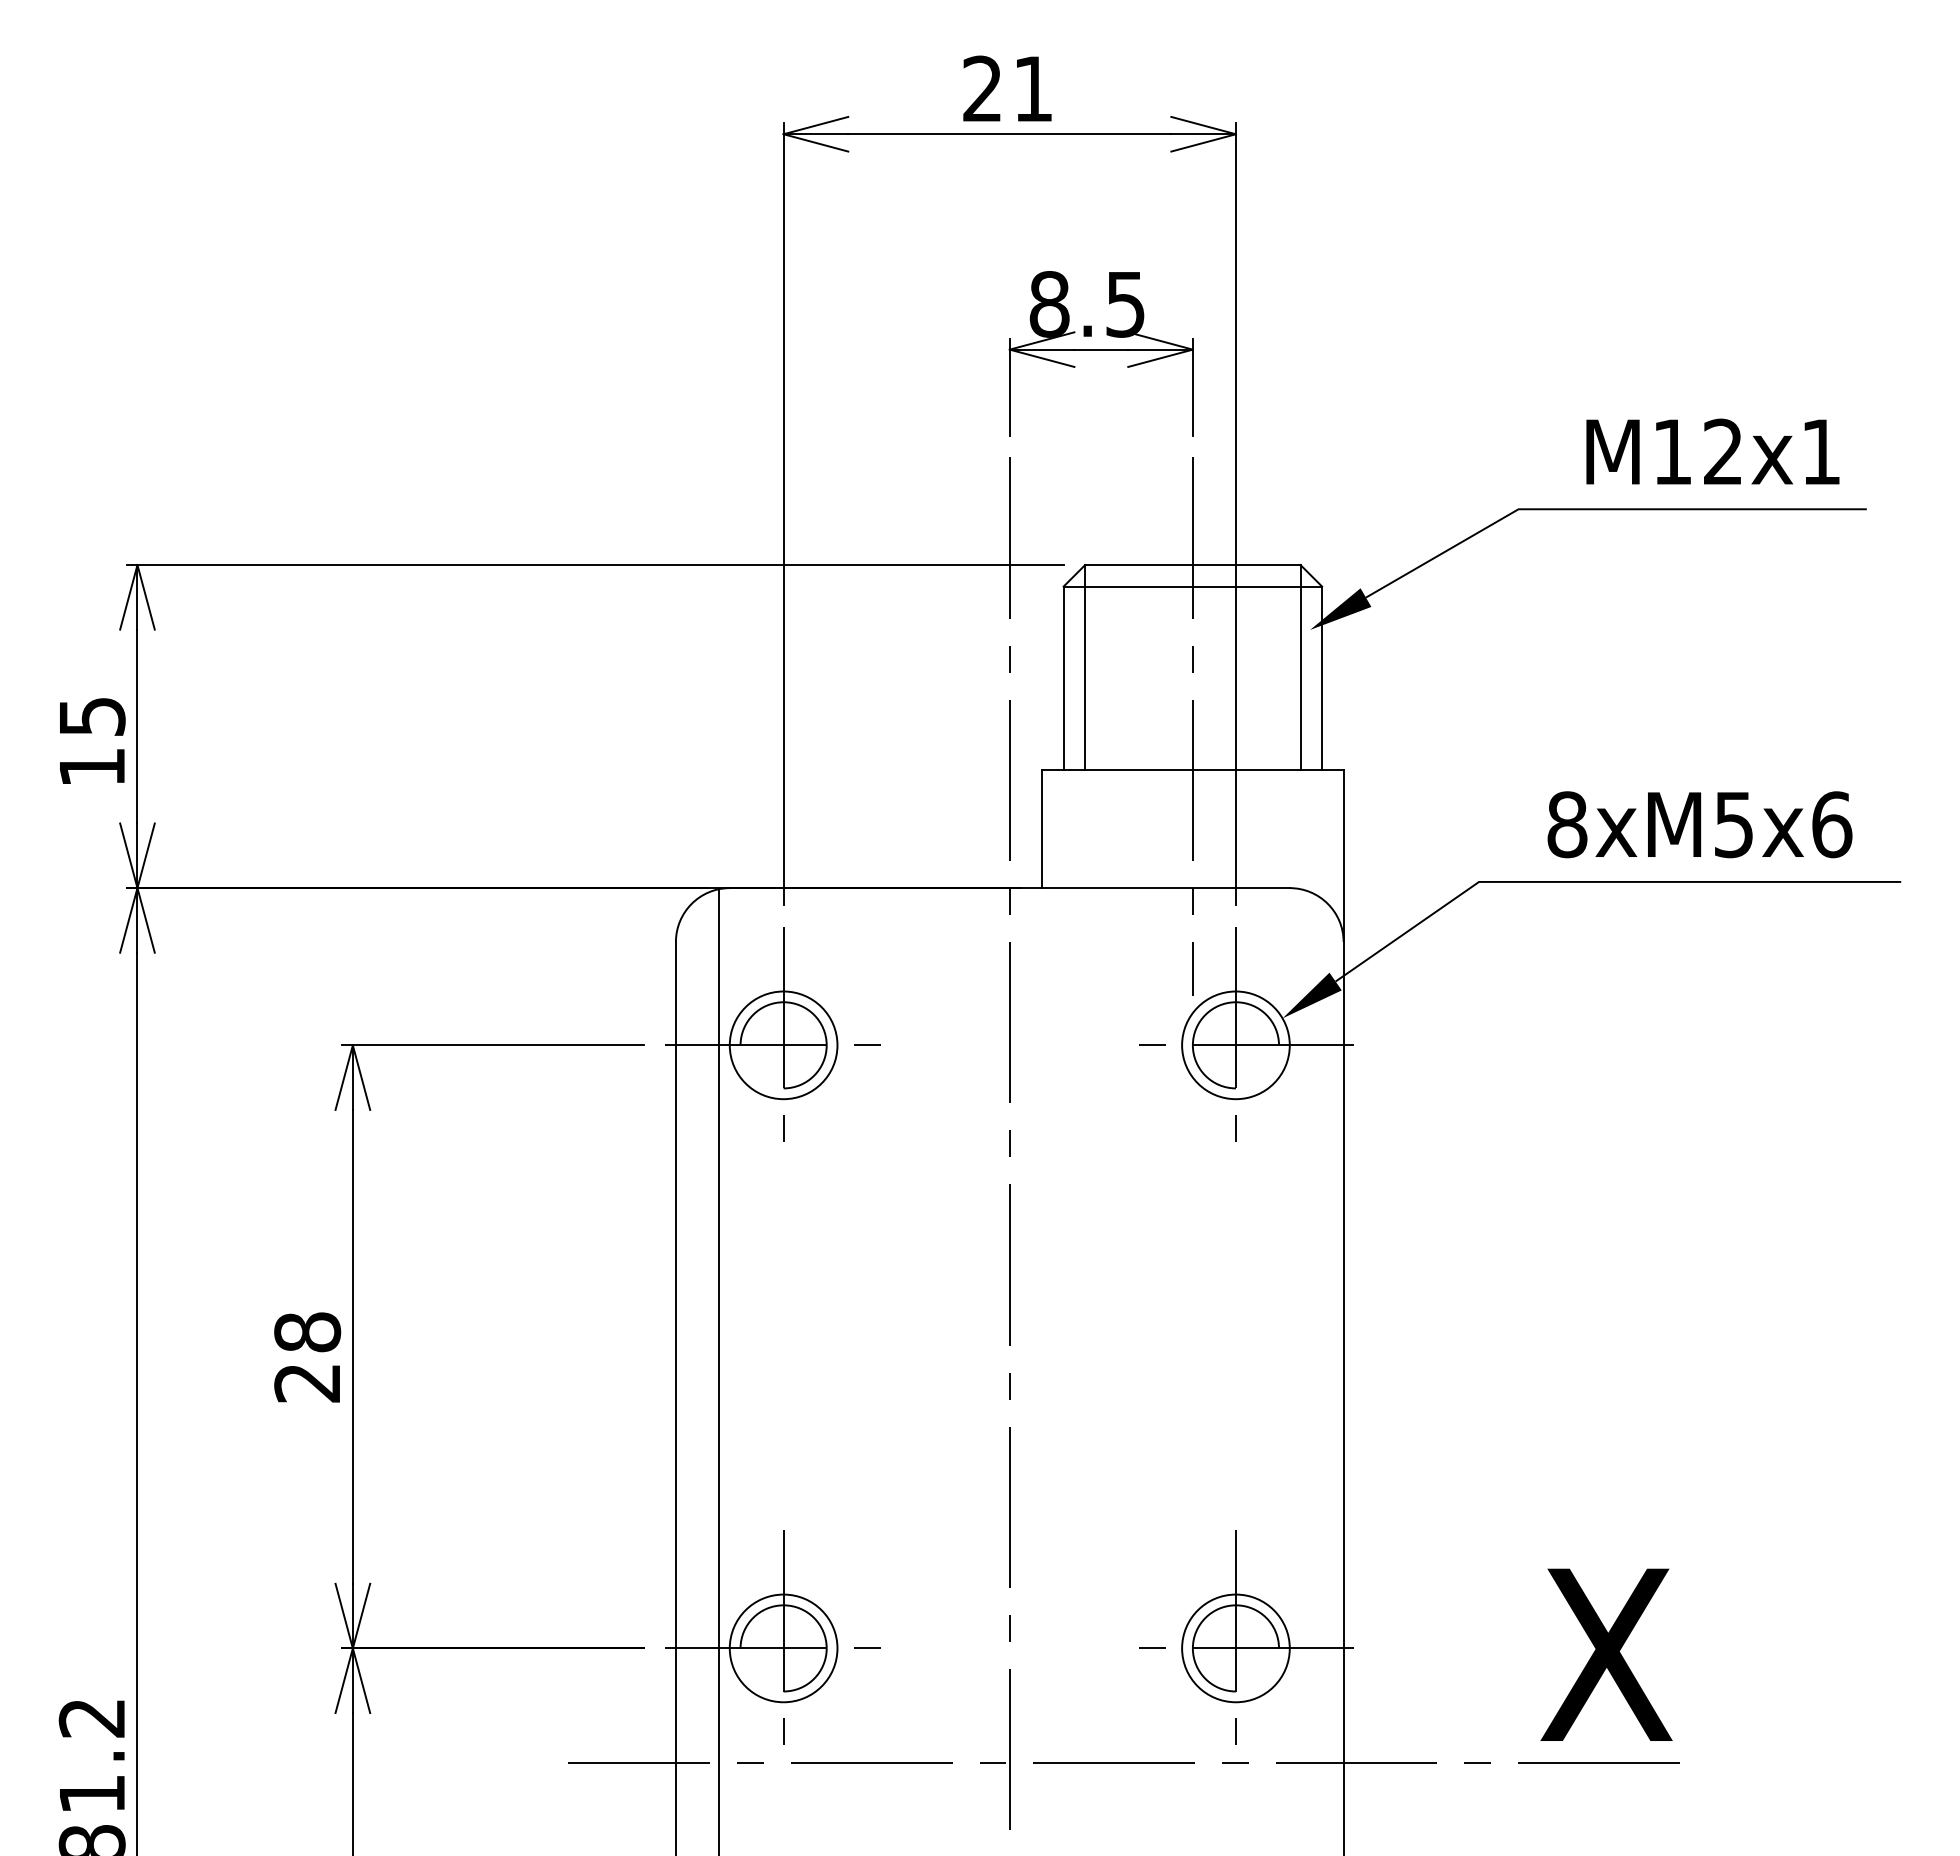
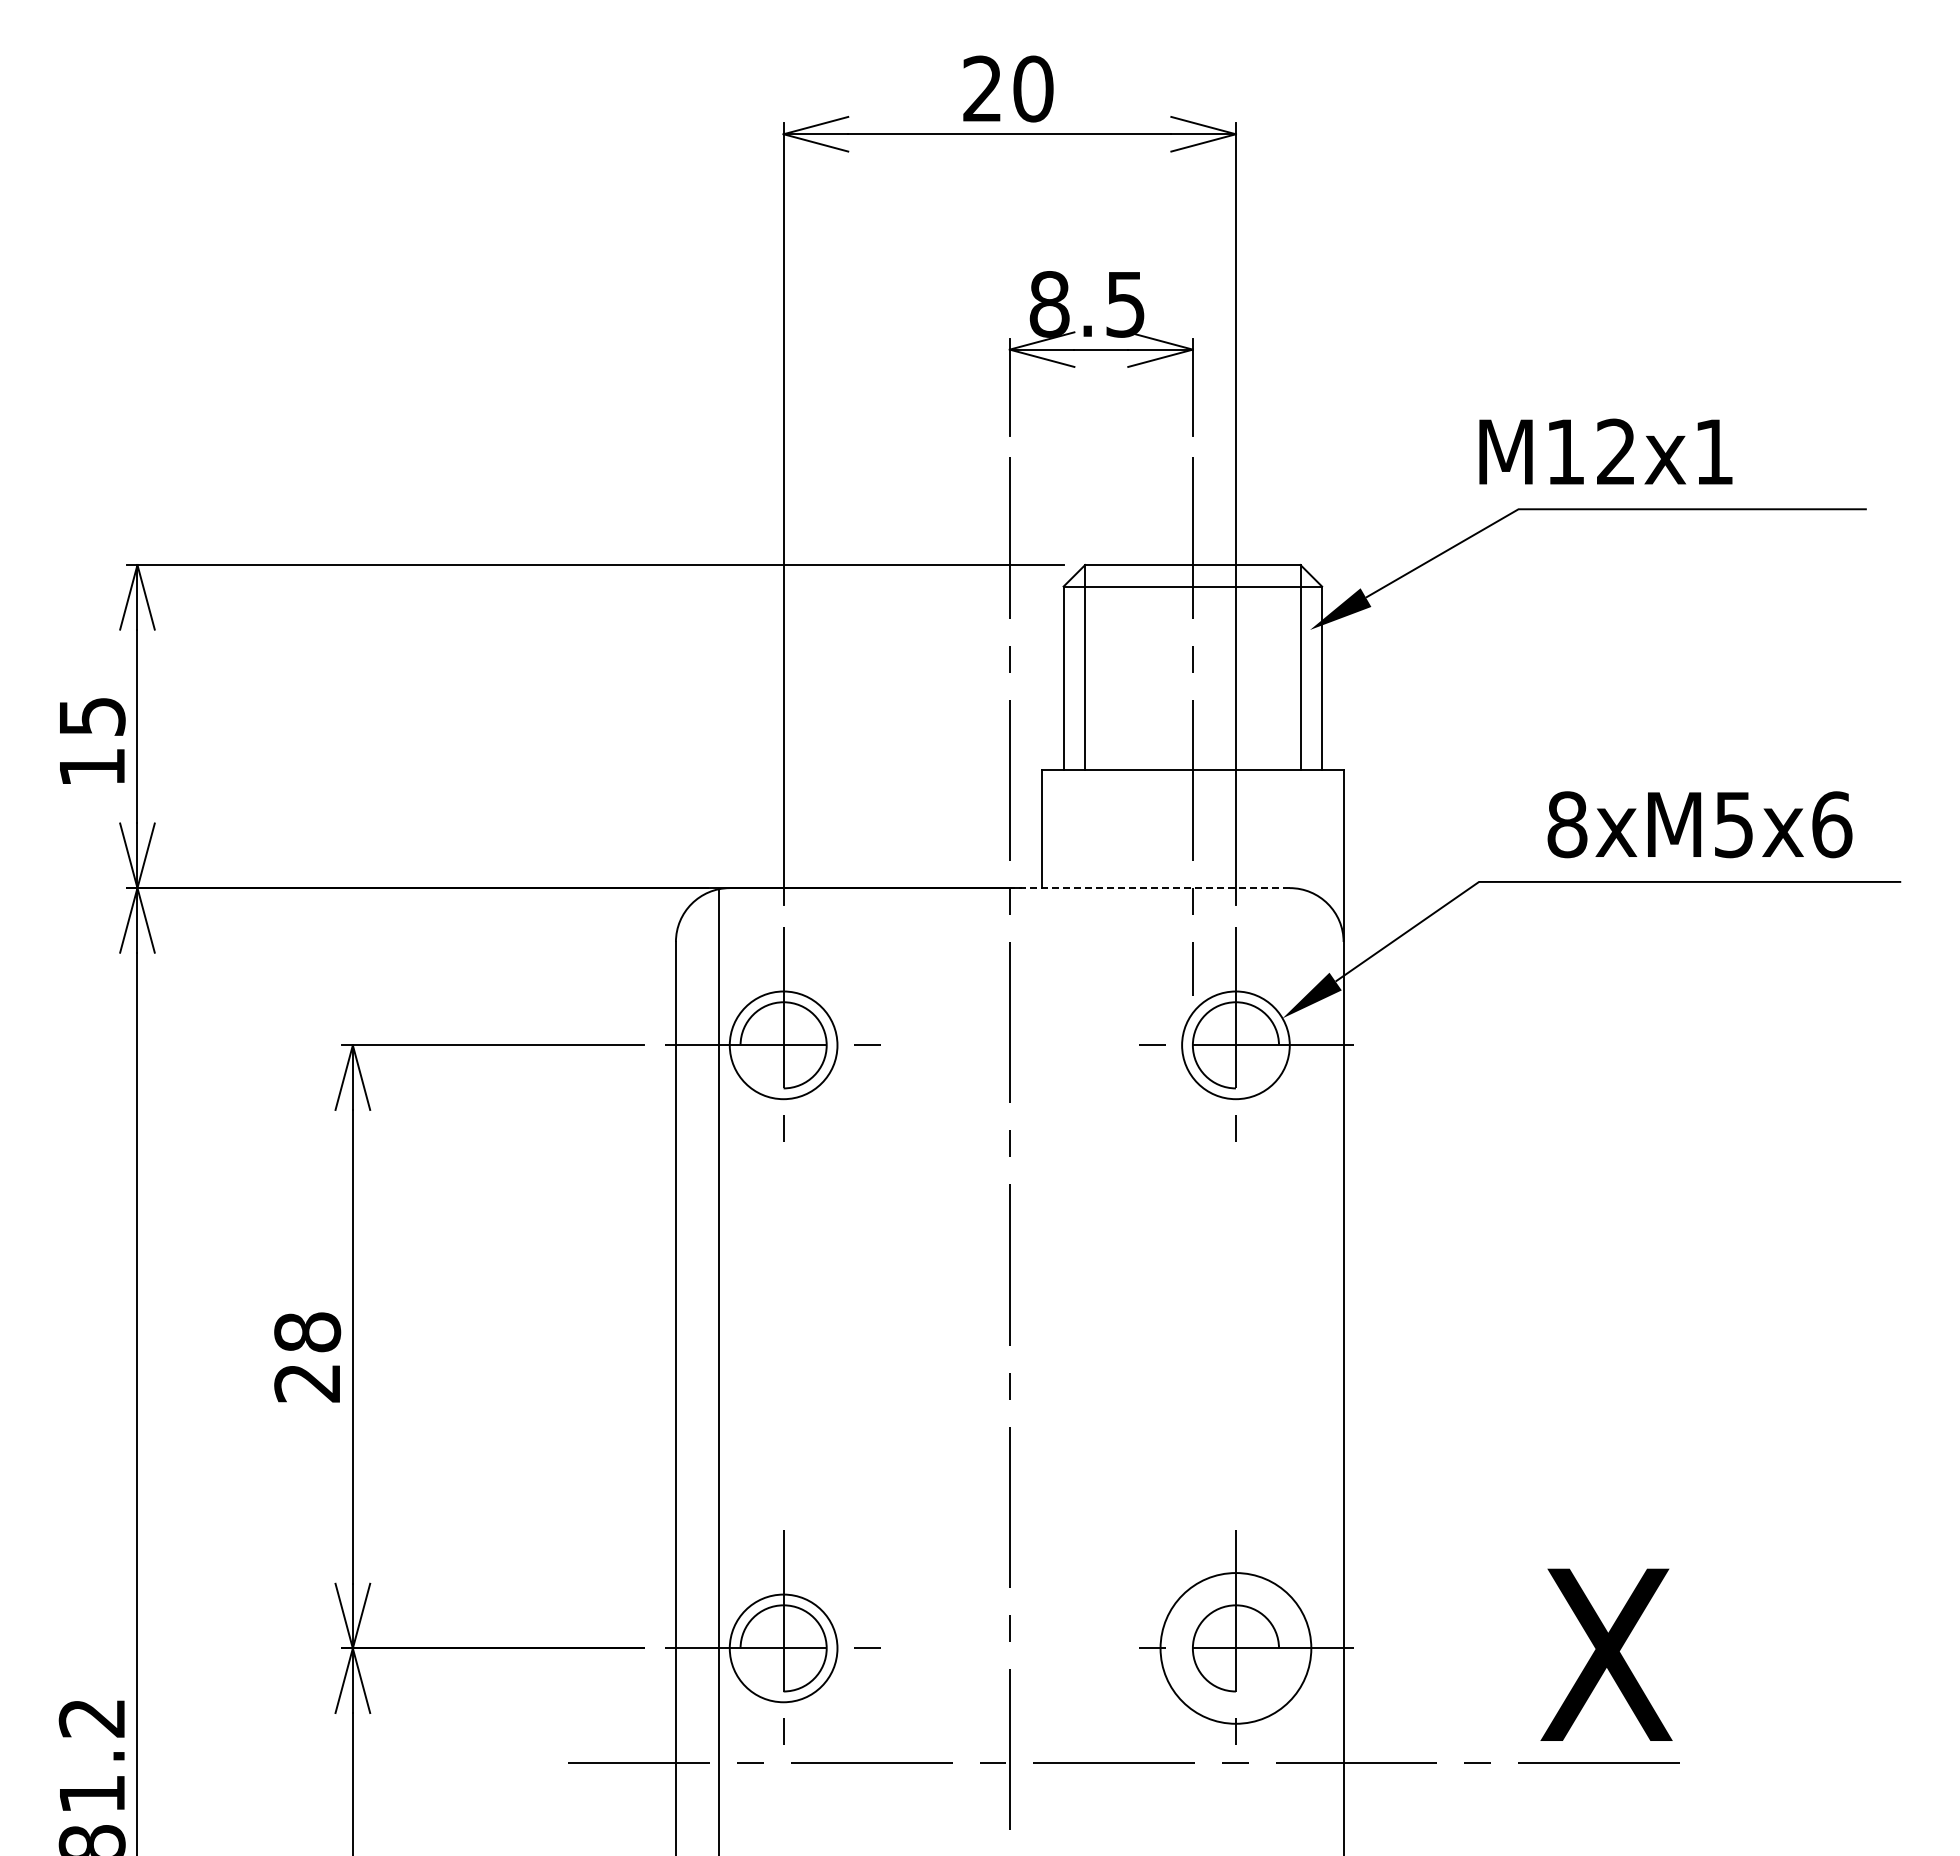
text at (1033, 88): 21 -> 20
text at (1712, 451) position: (1712, 451) -> (1605, 451)
line at (1149, 888): solid -> dashed
circle at (1235, 1648) diameter: 108 px -> 151 px
